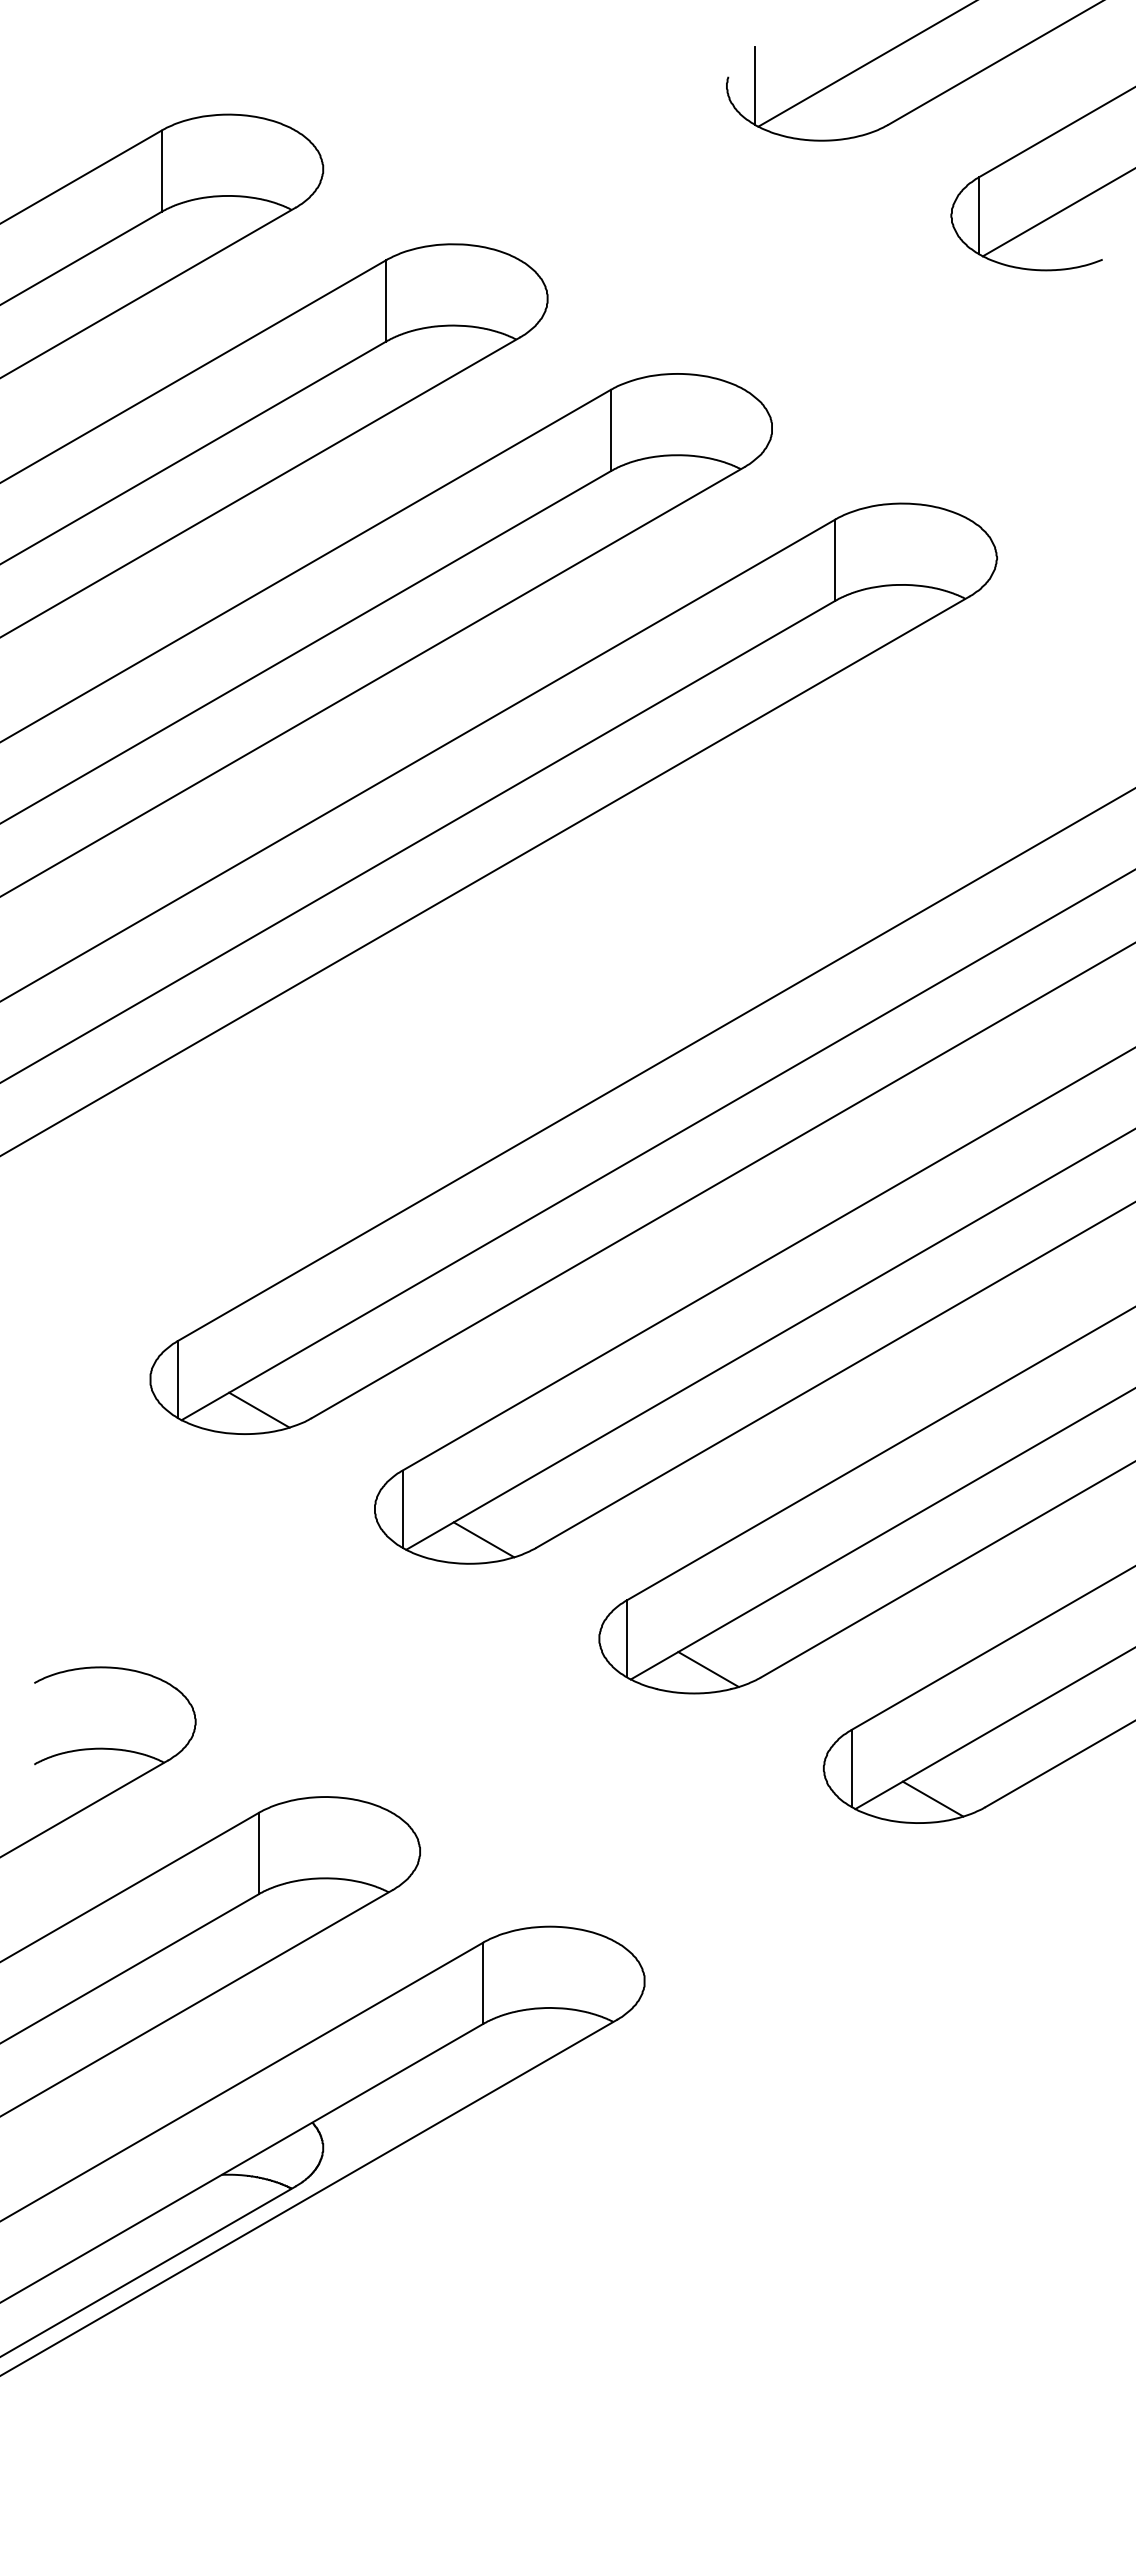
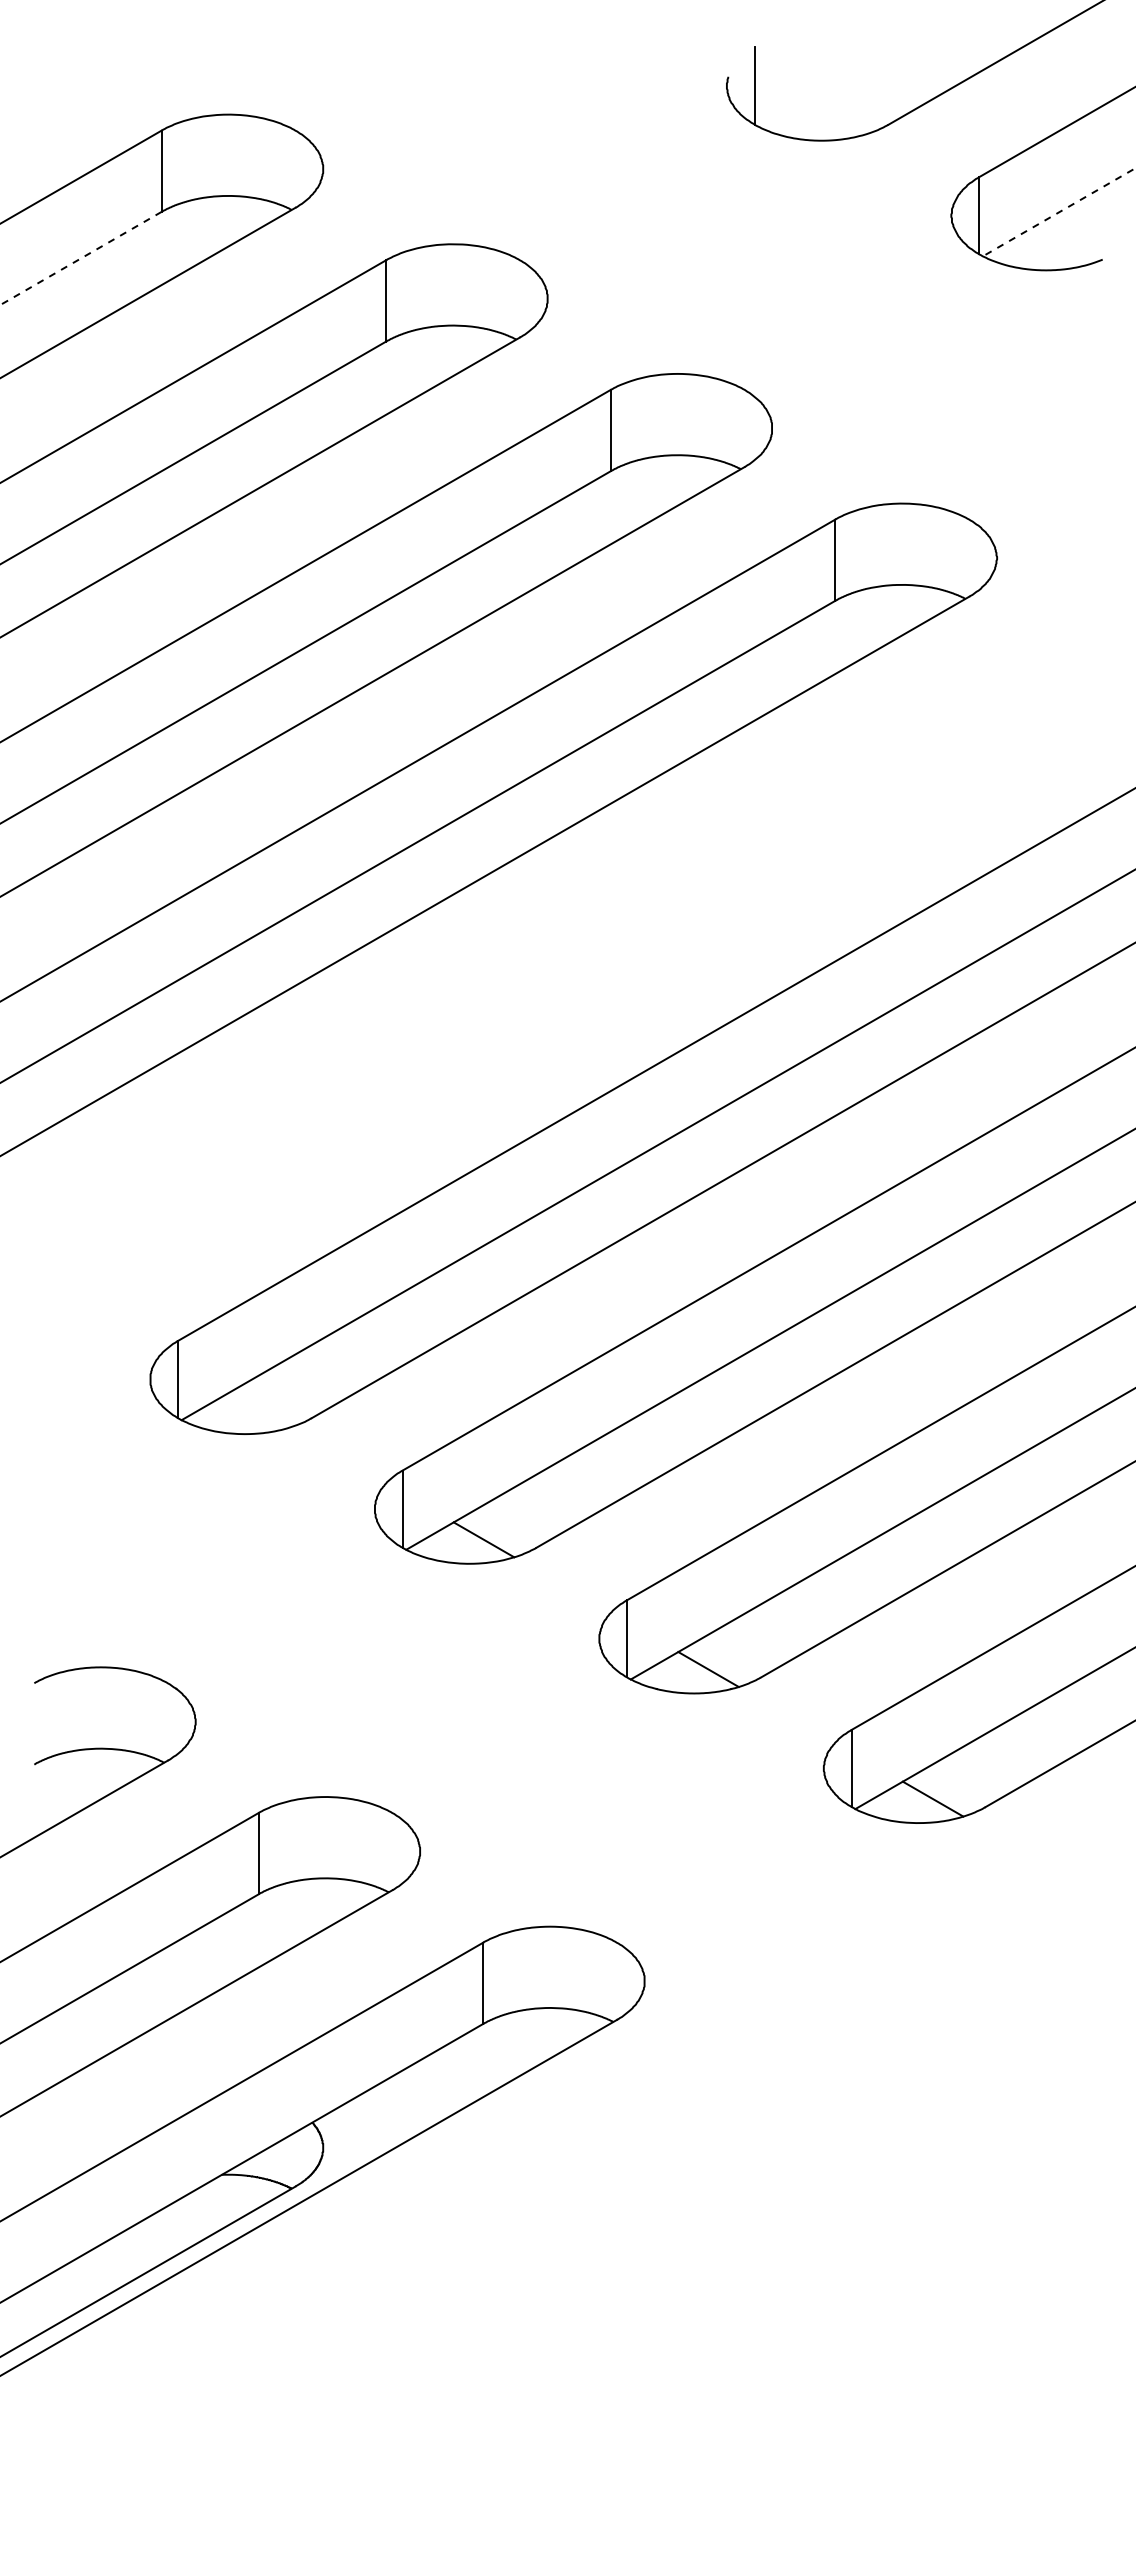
line at (866, 64): present -> none
line at (1059, 212): solid -> dashed
line at (81, 258): solid -> dashed
line at (259, 1409): present -> none
